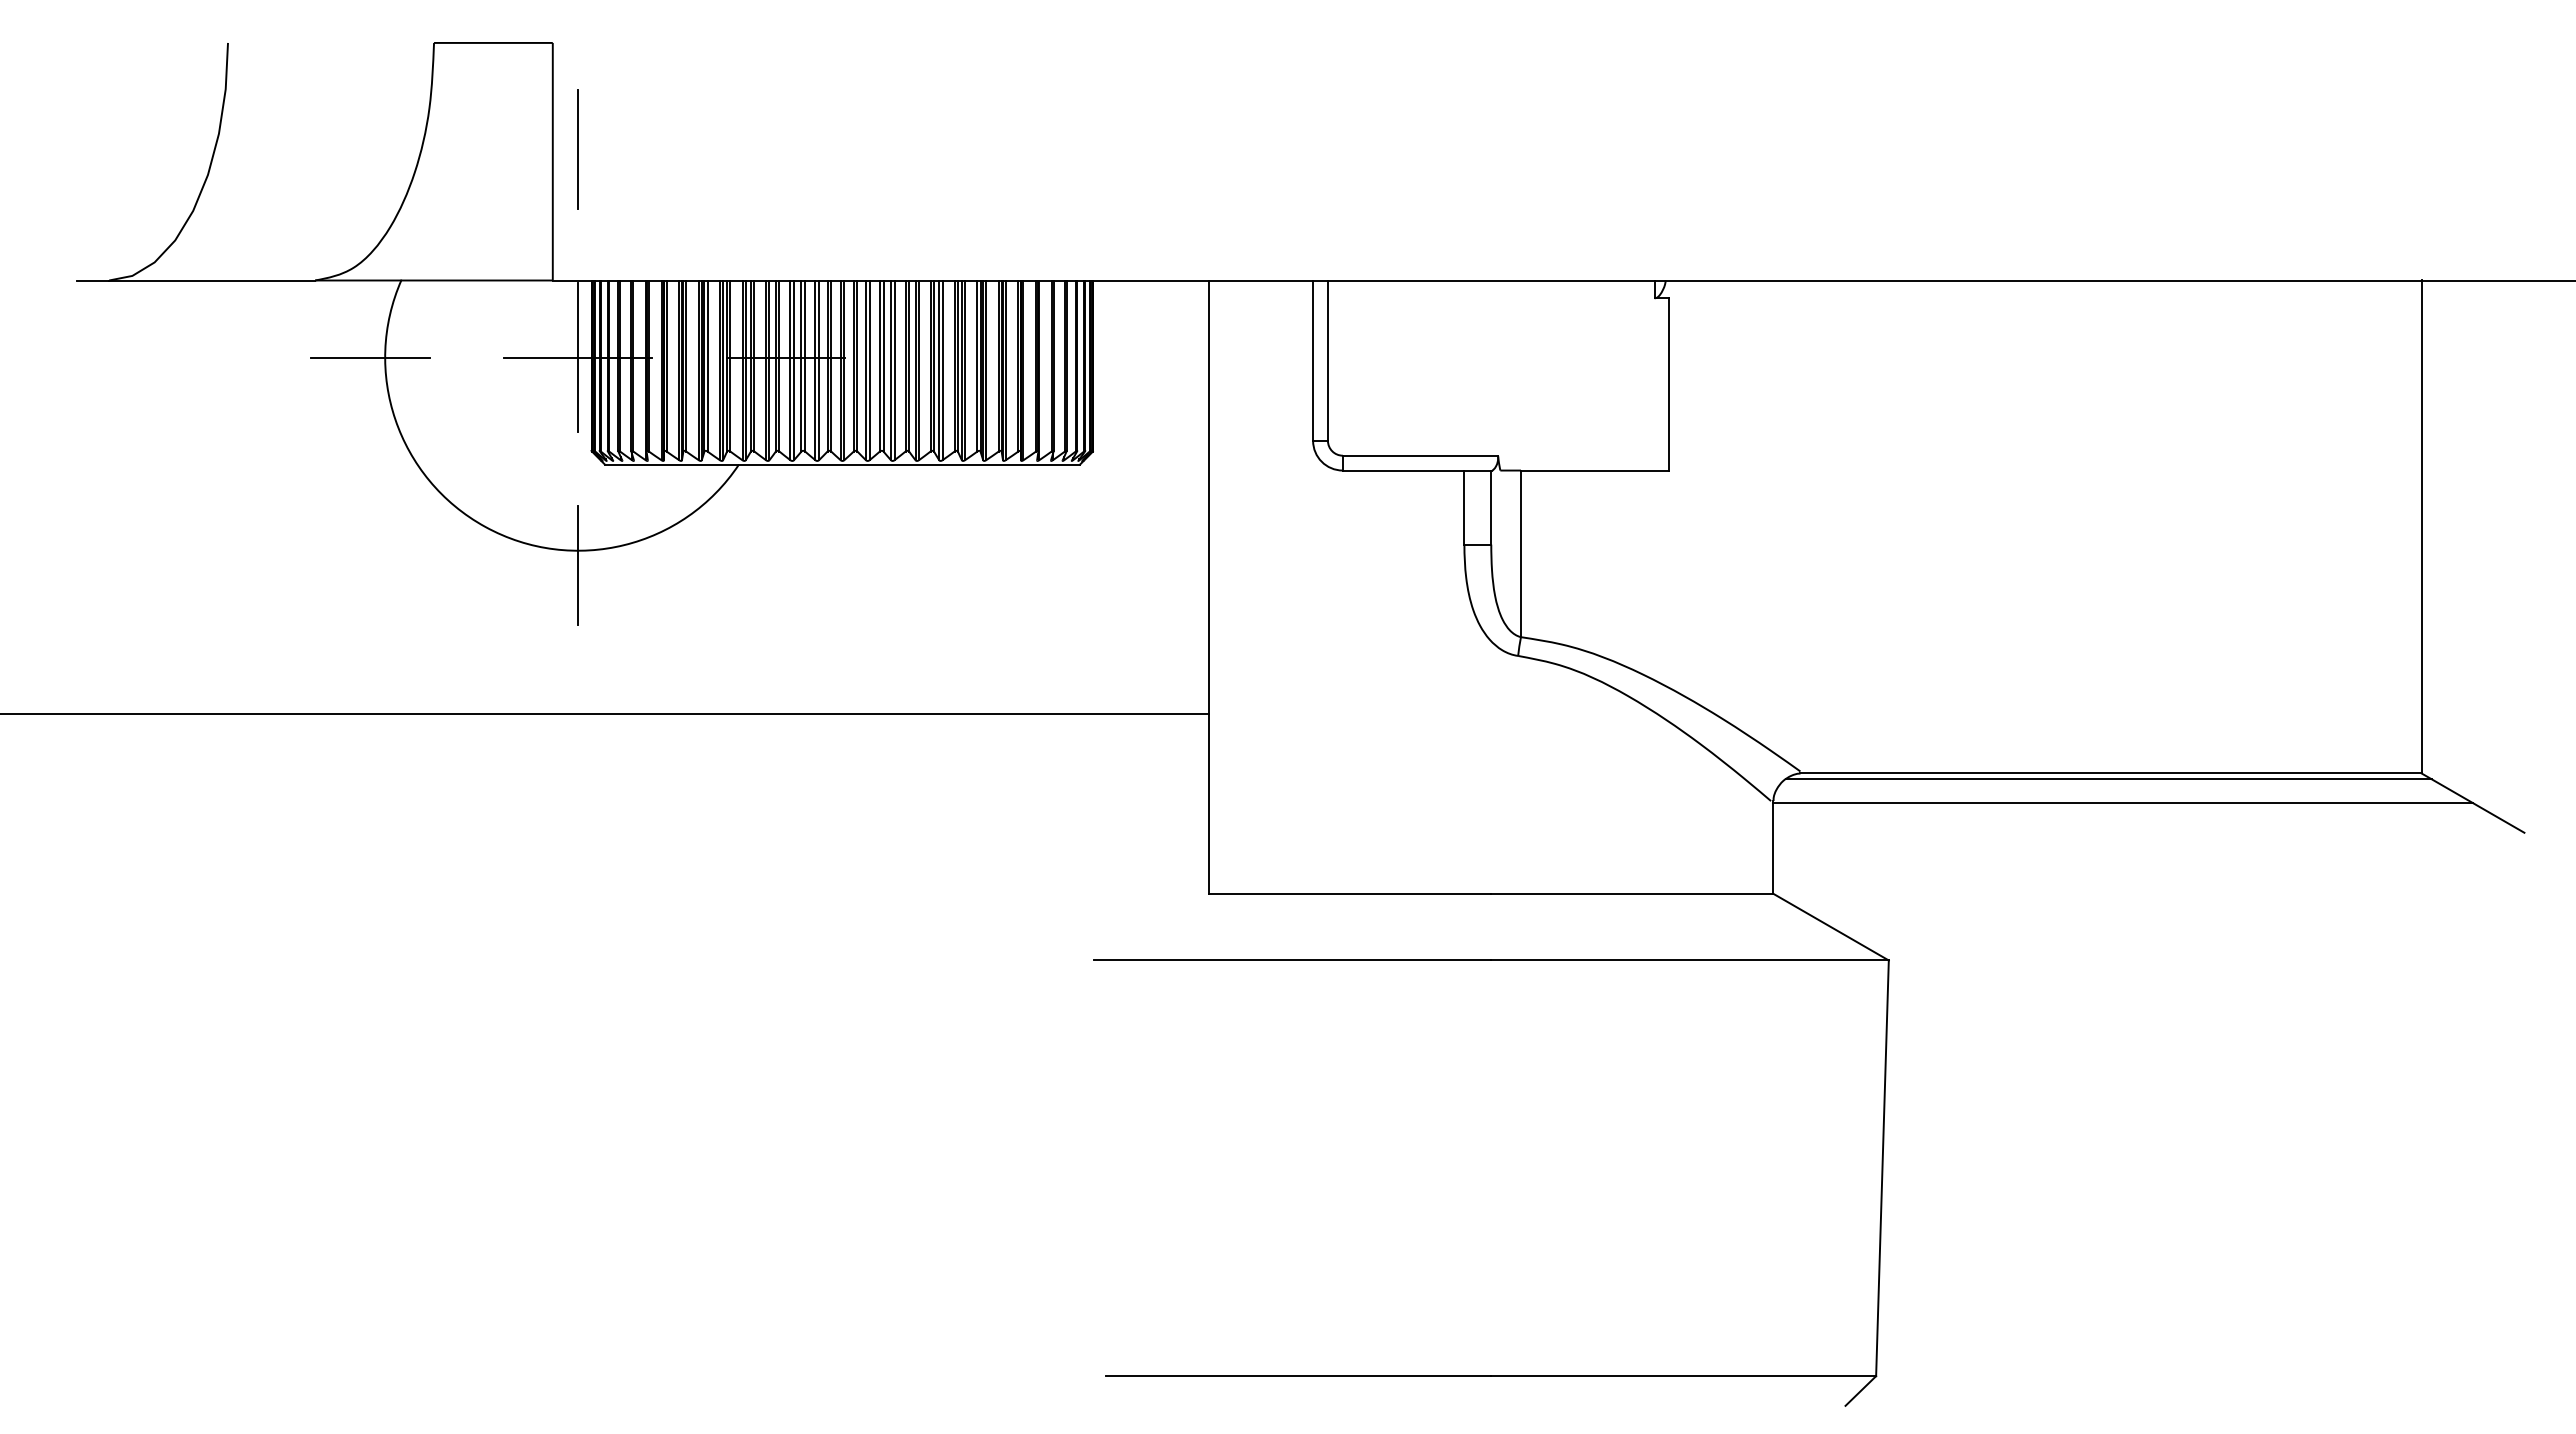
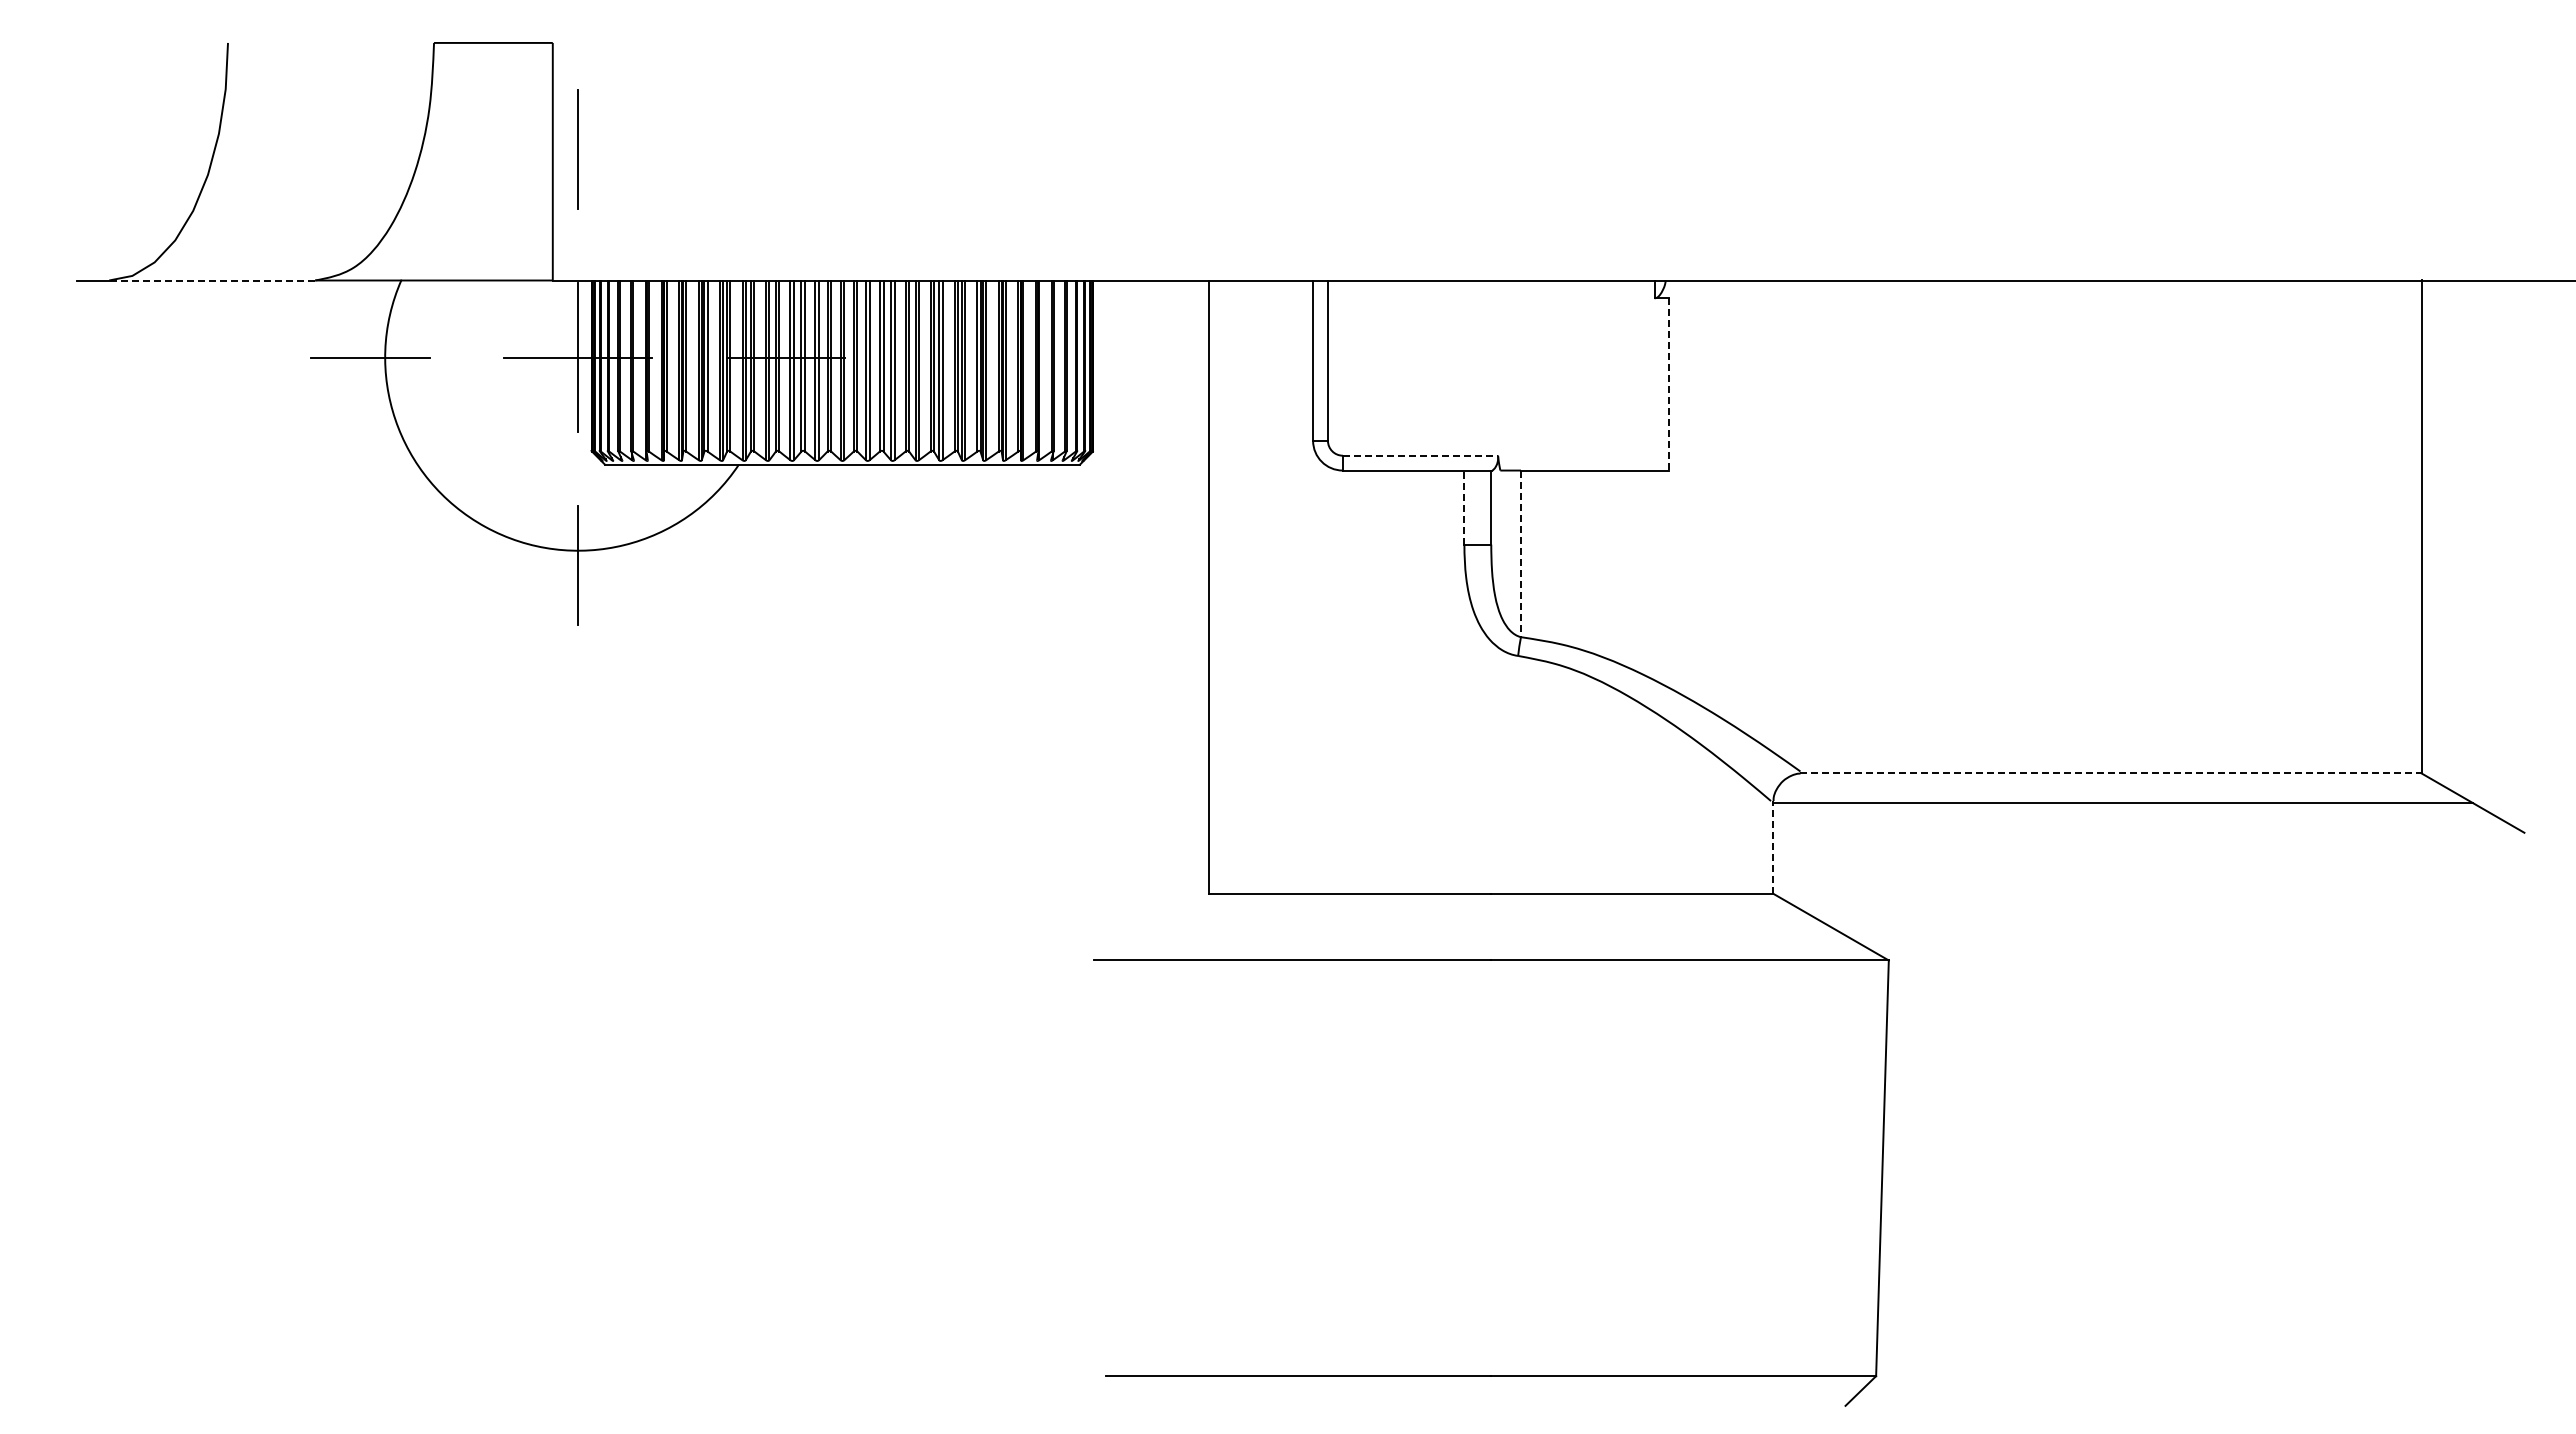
line at (211, 280): solid -> dashed
line at (1669, 384): solid -> dashed
line at (1420, 455): solid -> dashed
line at (1464, 507): solid -> dashed
line at (1520, 554): solid -> dashed
line at (605, 714): present -> none
line at (2111, 773): solid -> dashed
line at (2108, 779): present -> none
line at (1773, 846): solid -> dashed
